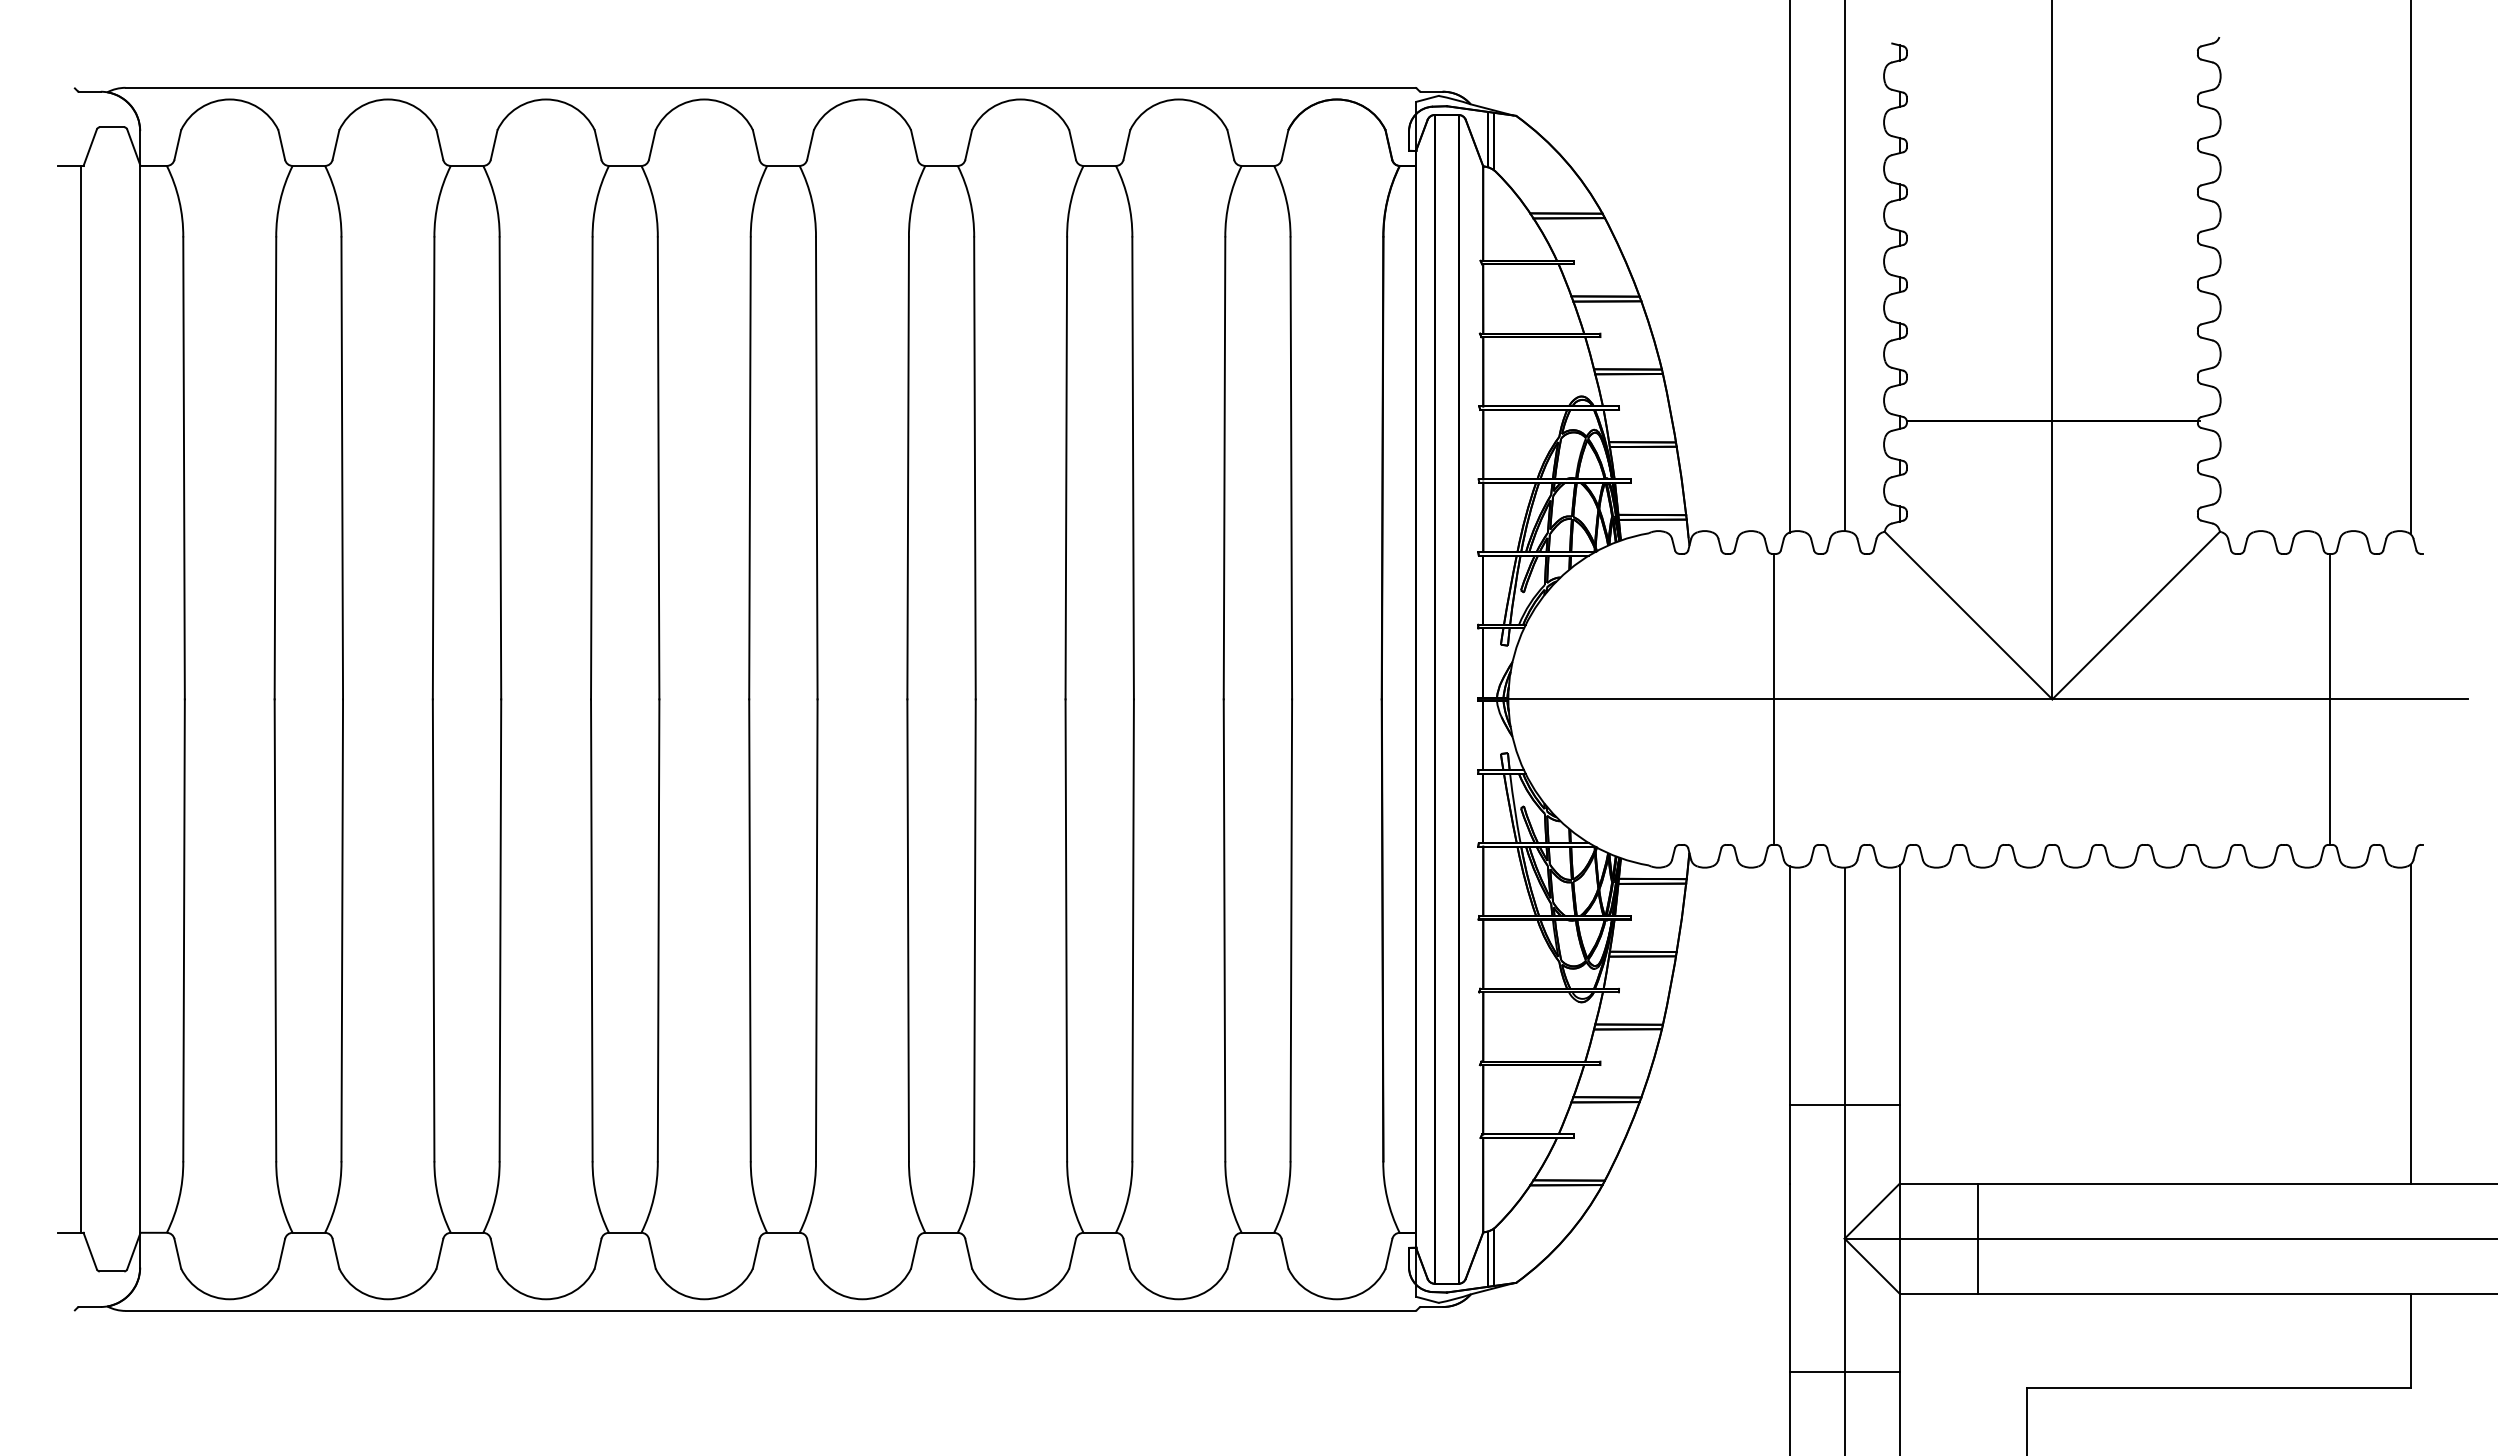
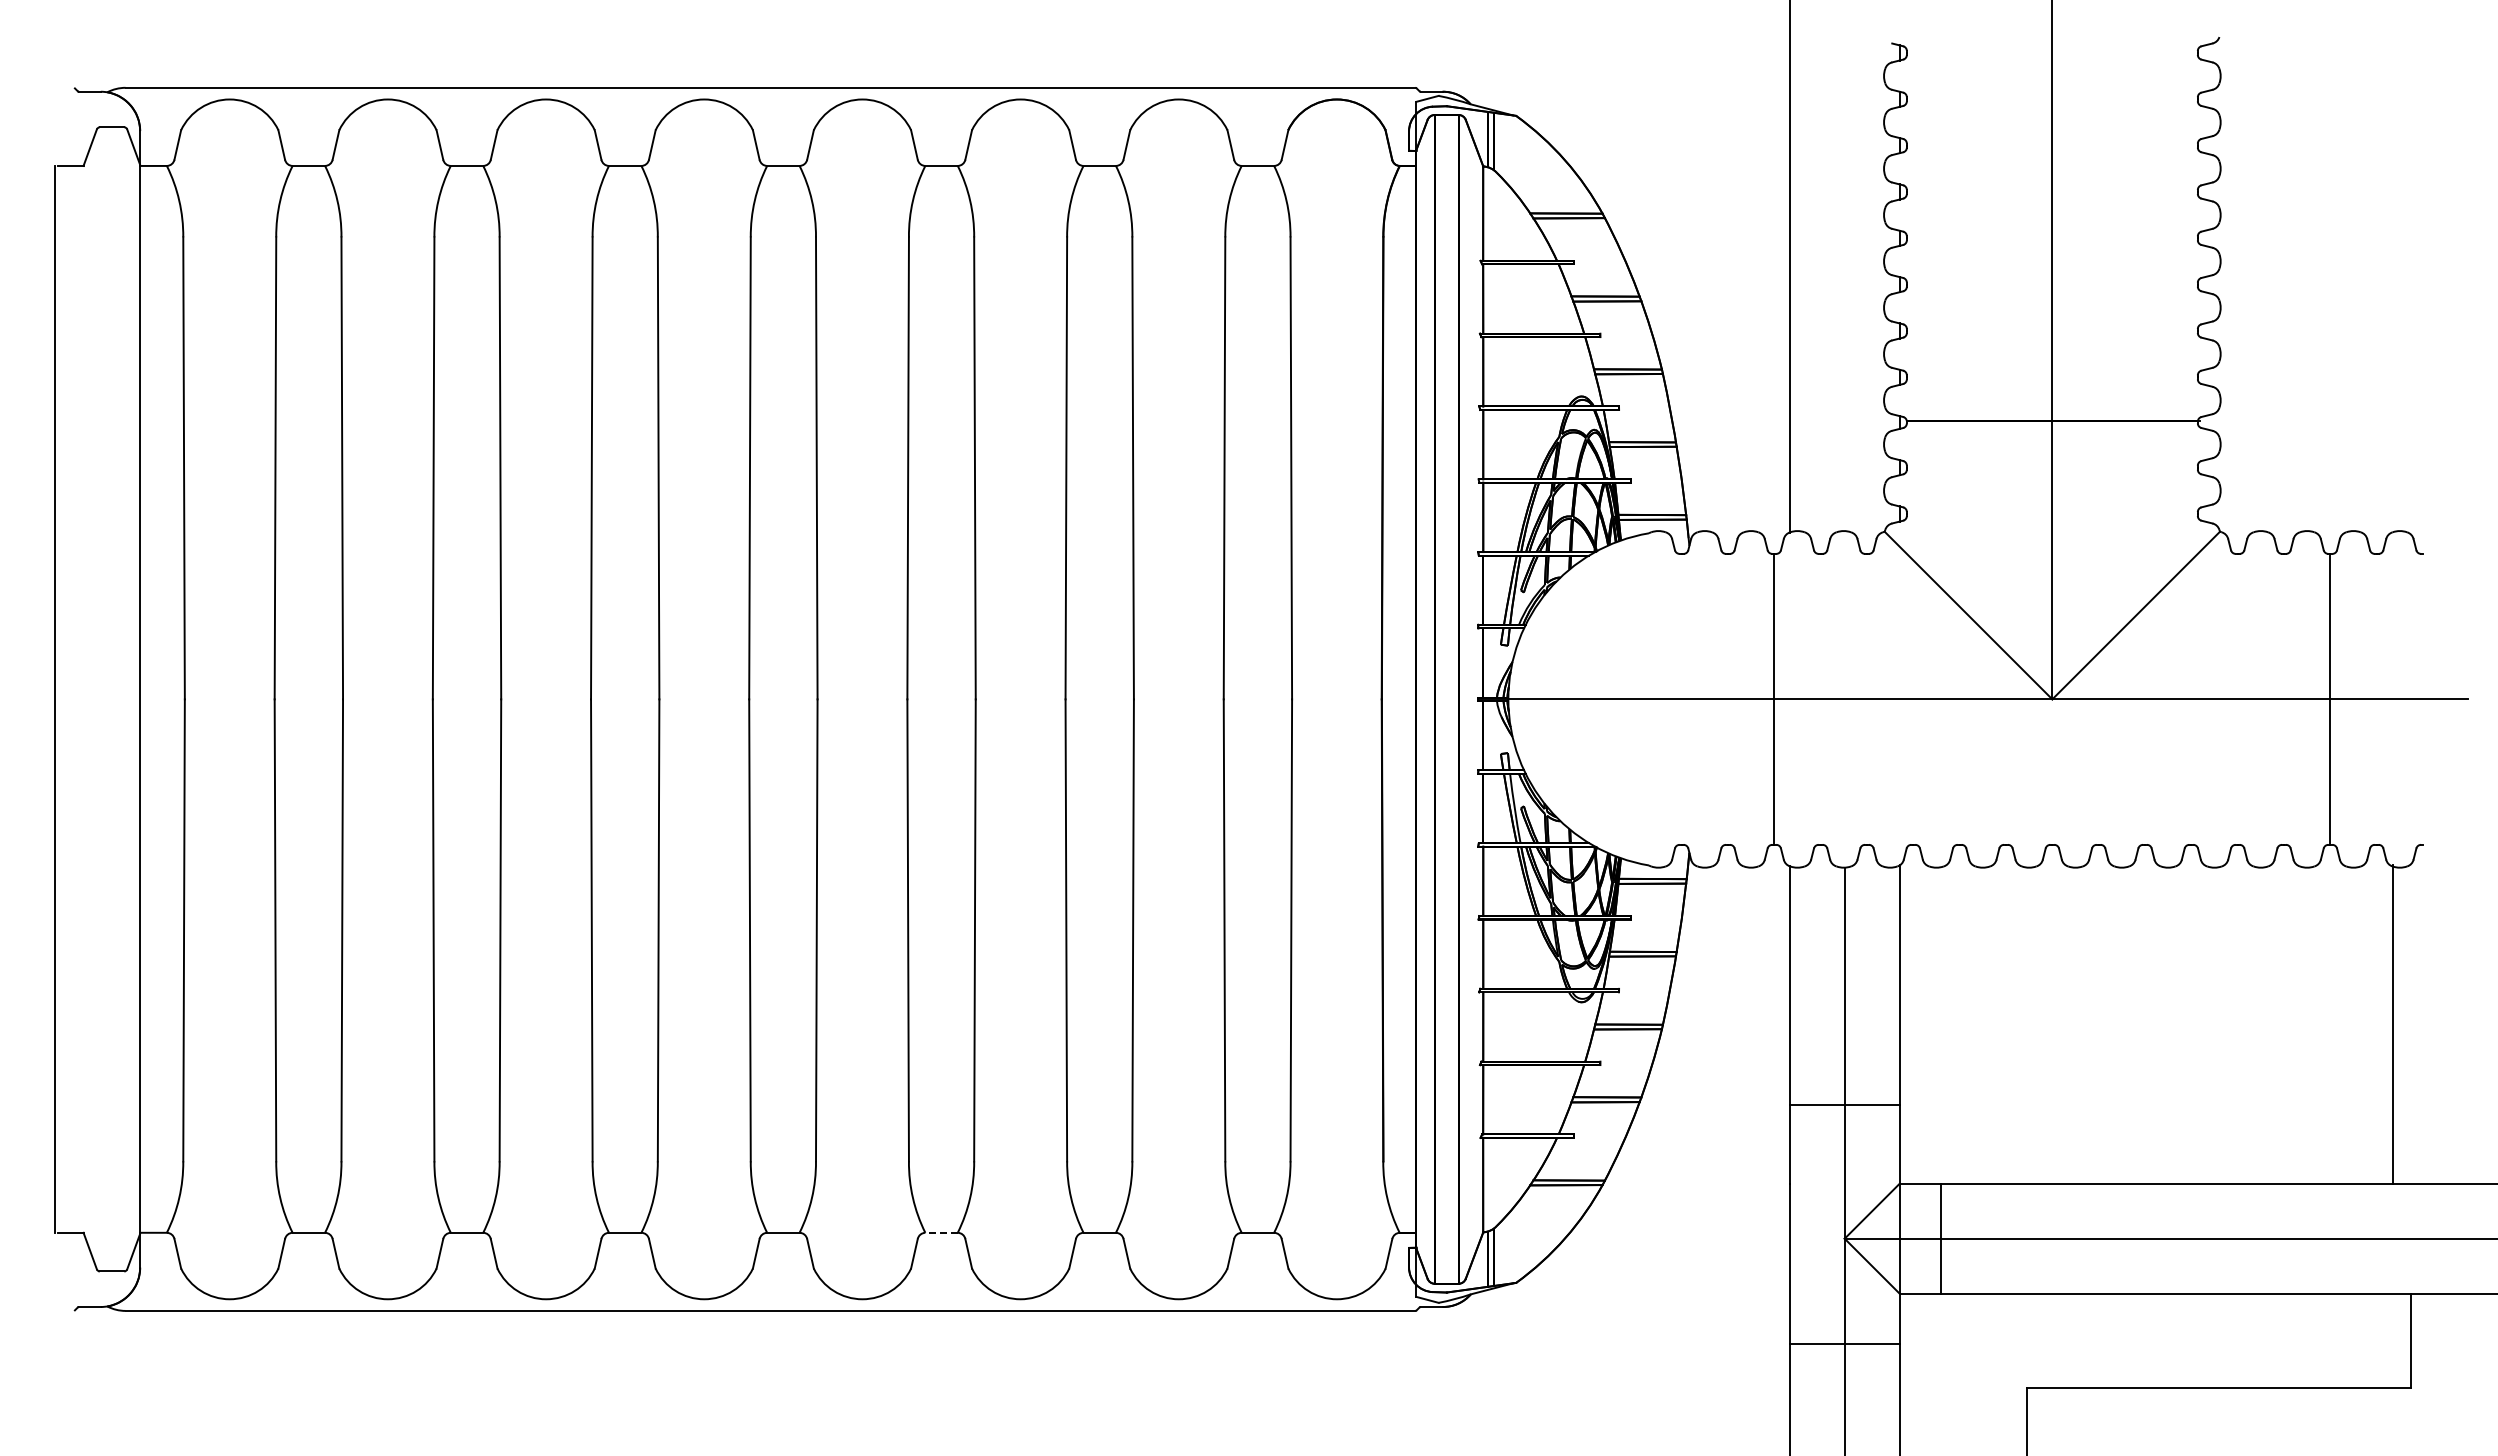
line at (1844, 266): present -> none
line at (2411, 267): present -> none
line at (81, 698) position: (81, 698) -> (55, 698)
line at (2411, 1024) position: (2411, 1024) -> (2393, 1024)
line at (941, 1232): solid -> dashed
line at (1978, 1238) position: (1978, 1238) -> (1941, 1238)
line at (1844, 1372) position: (1844, 1372) -> (1844, 1344)
